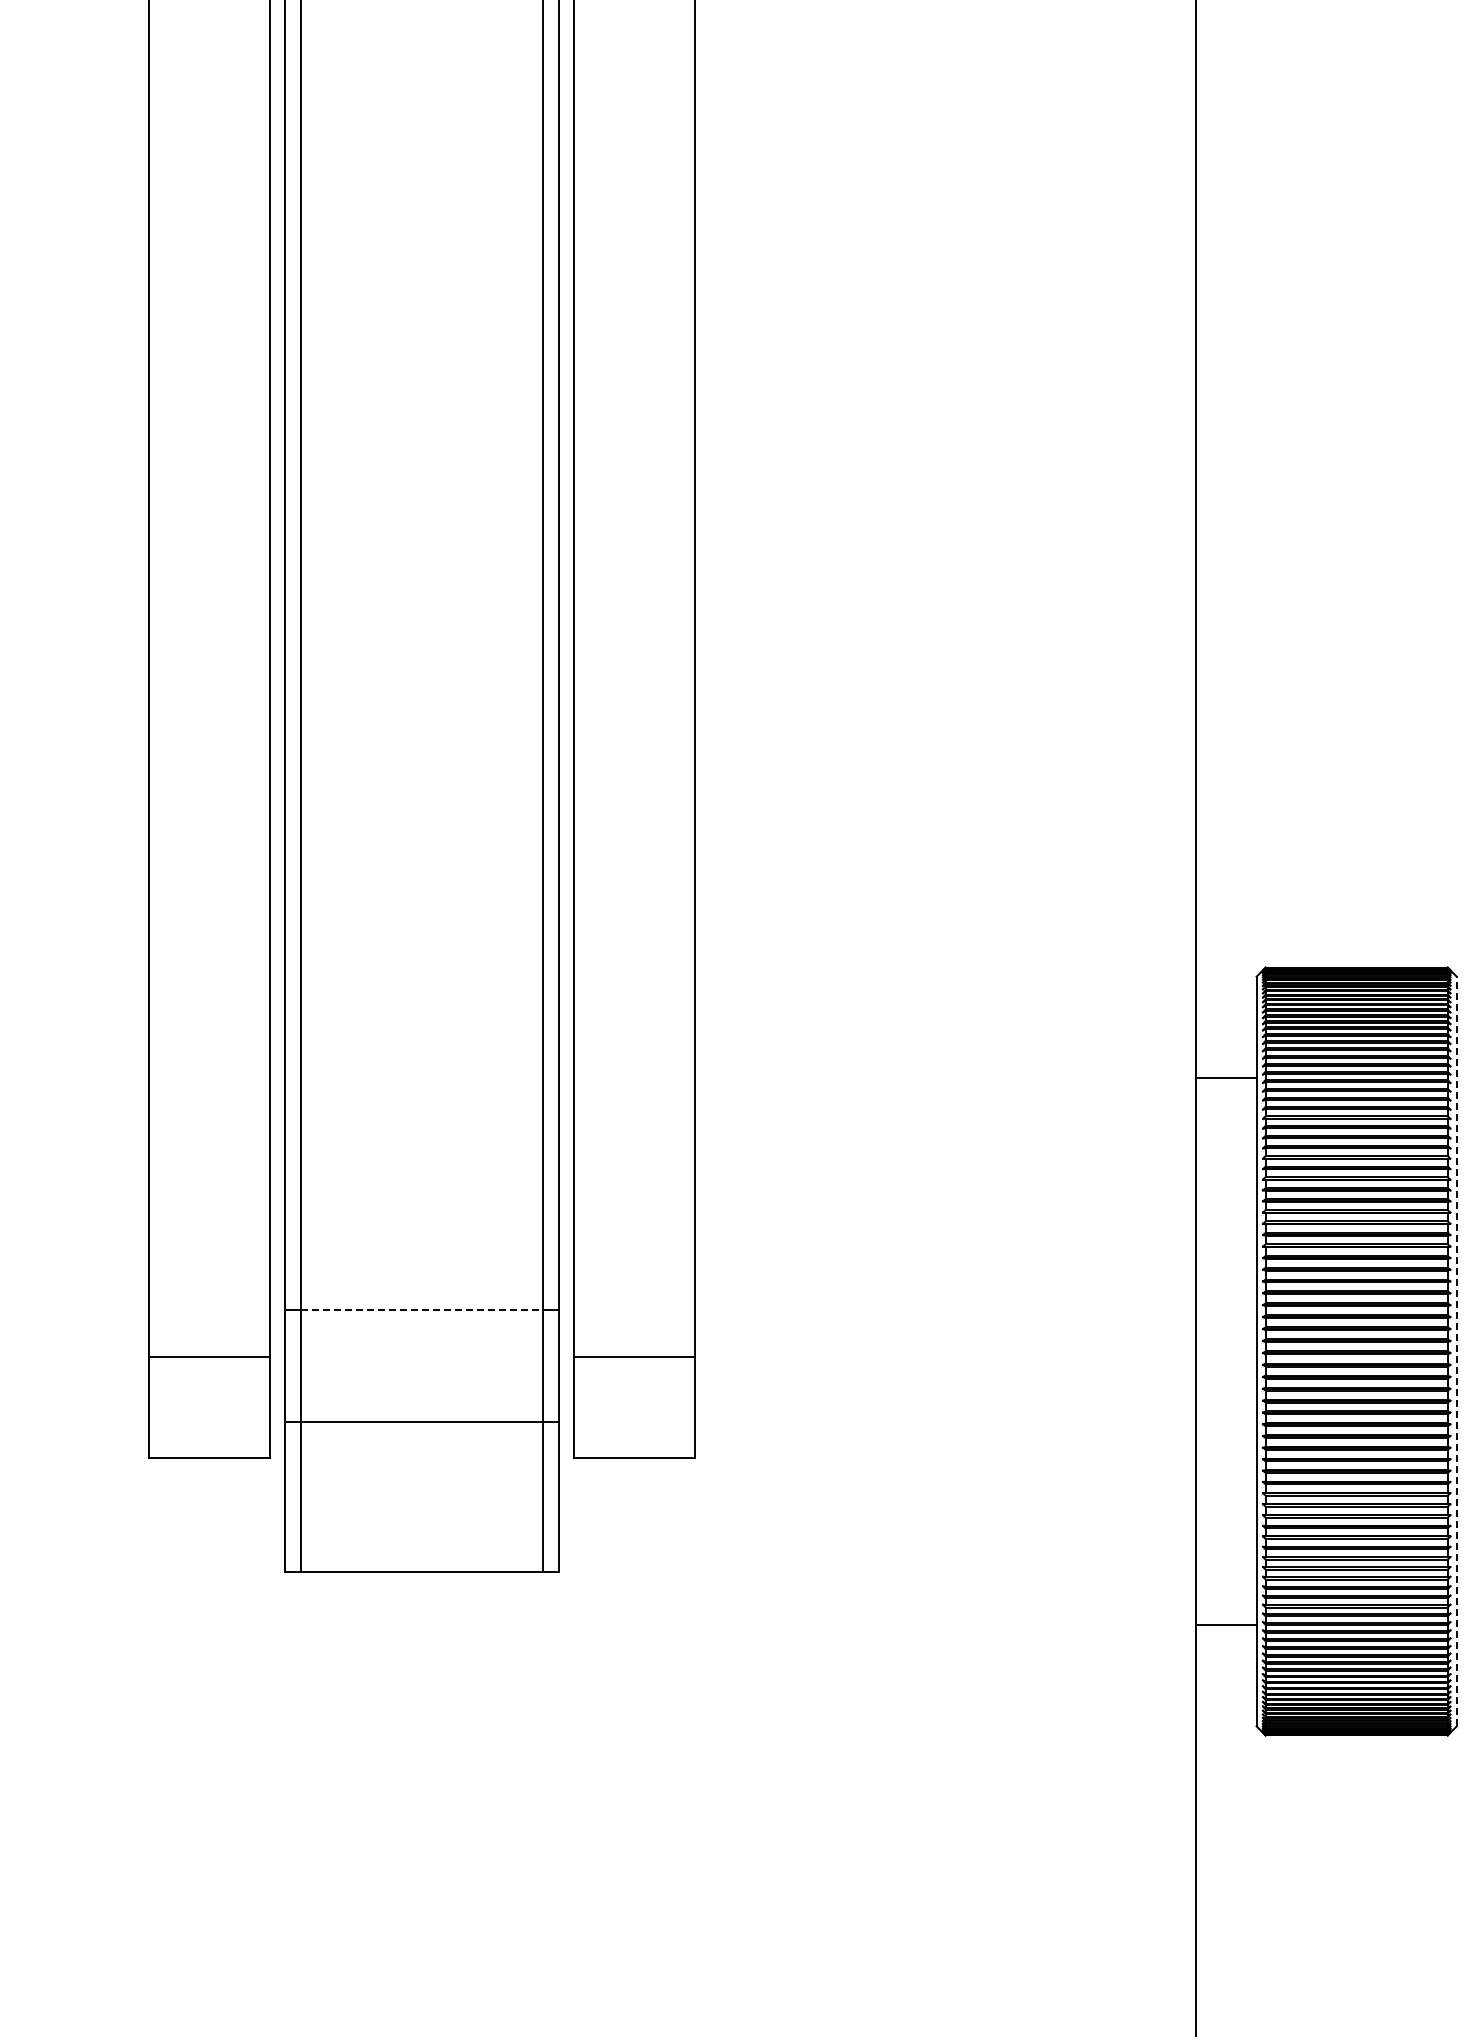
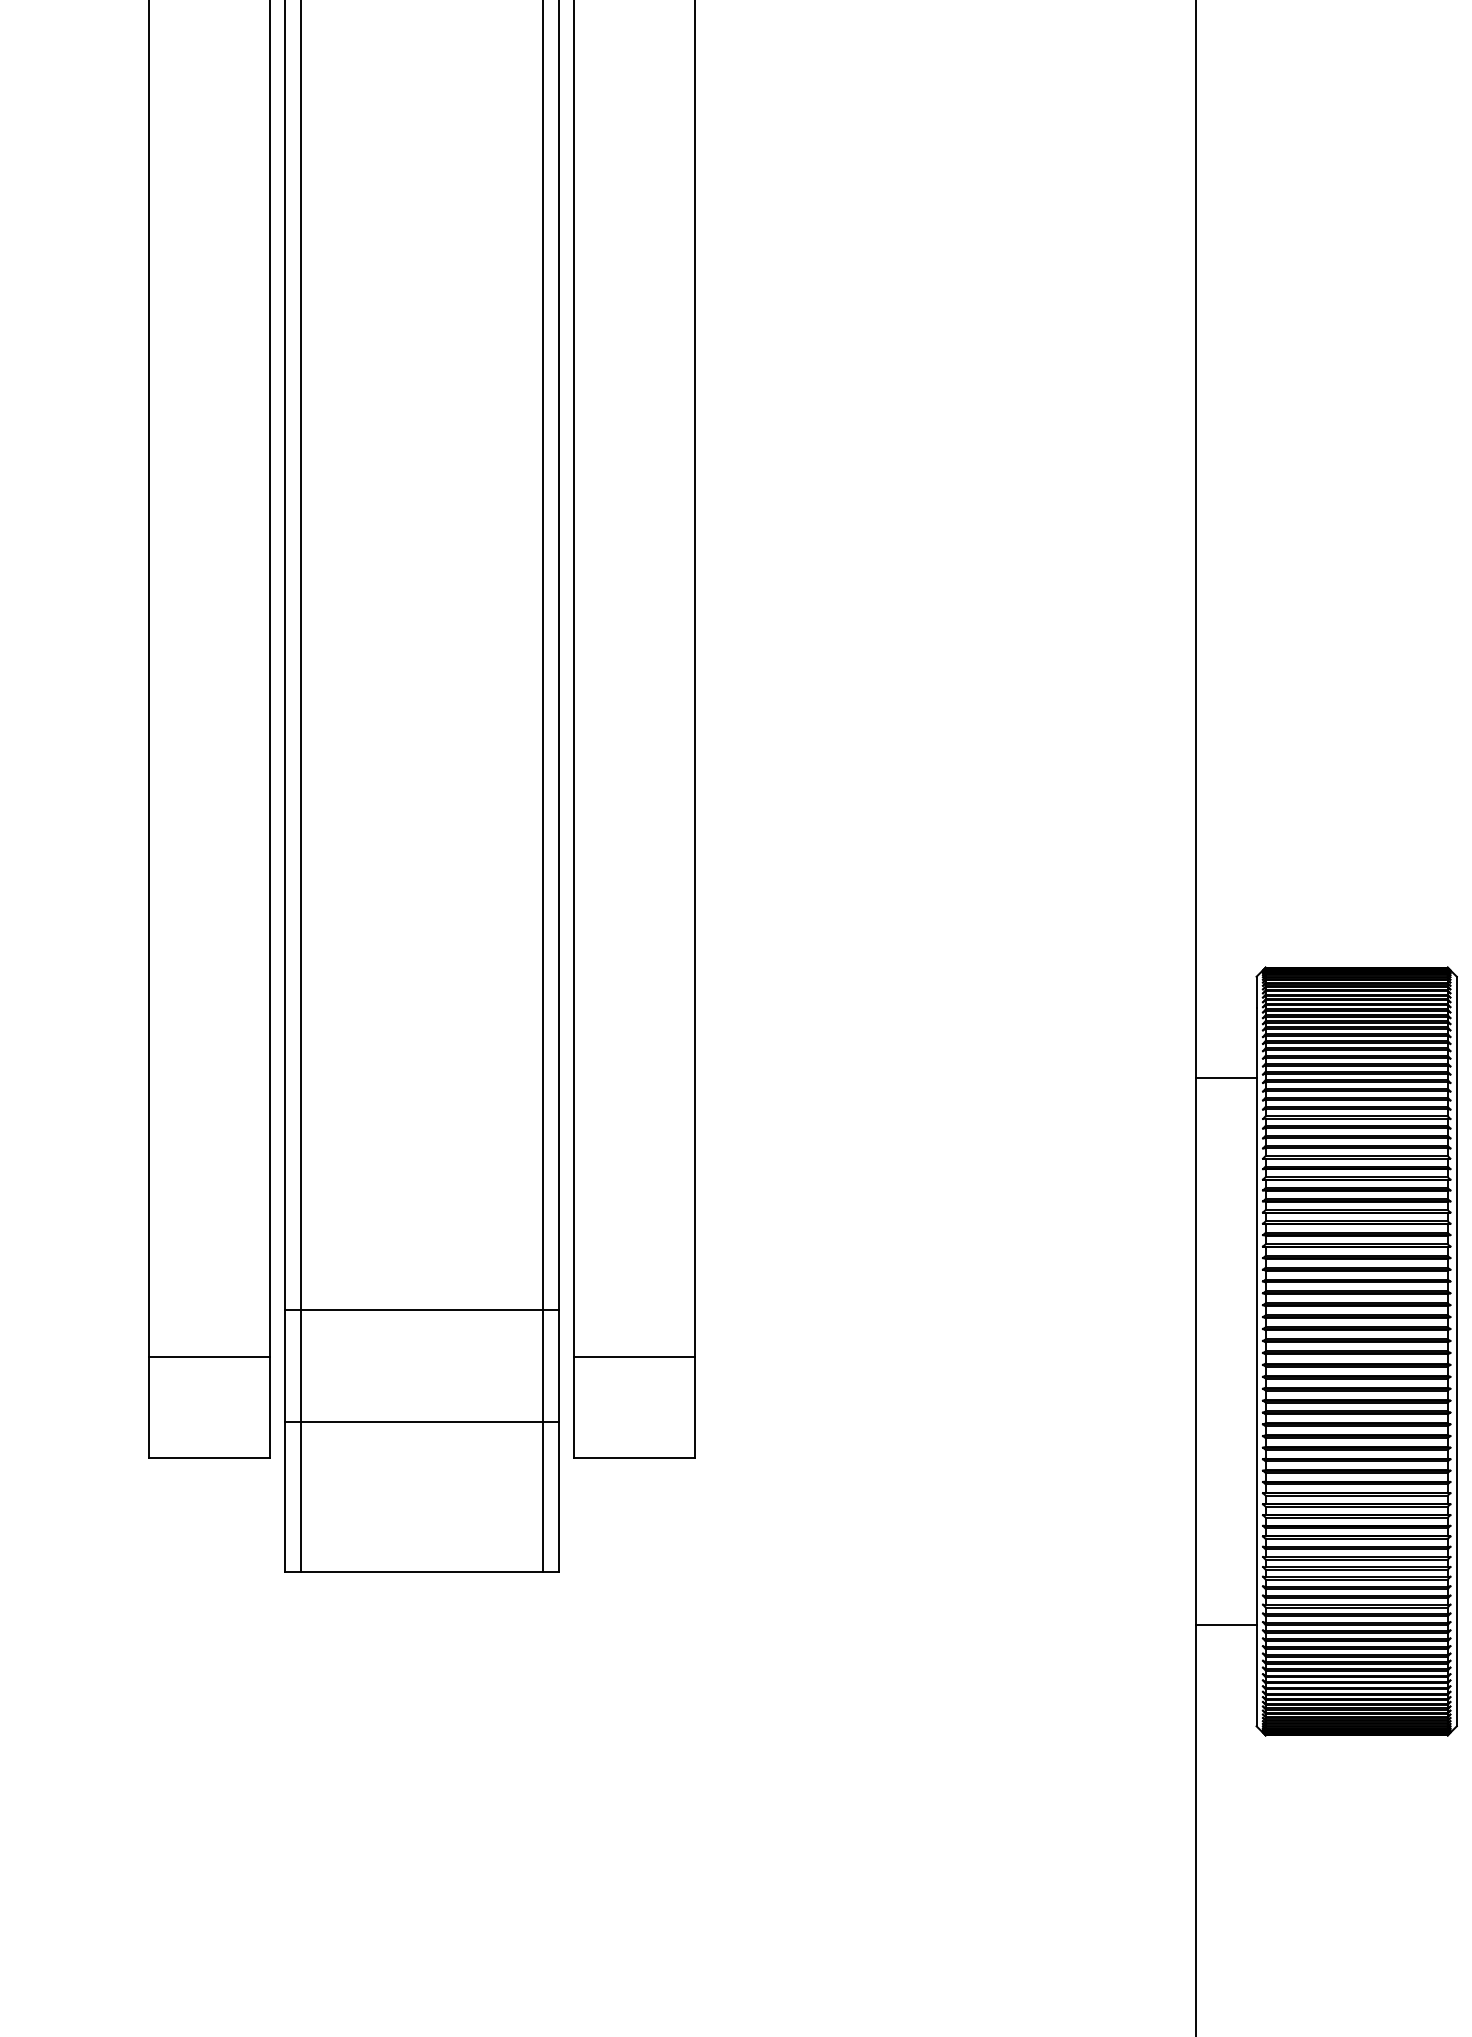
line at (422, 1310): dashed -> solid
line at (1456, 1351): dashed -> solid
